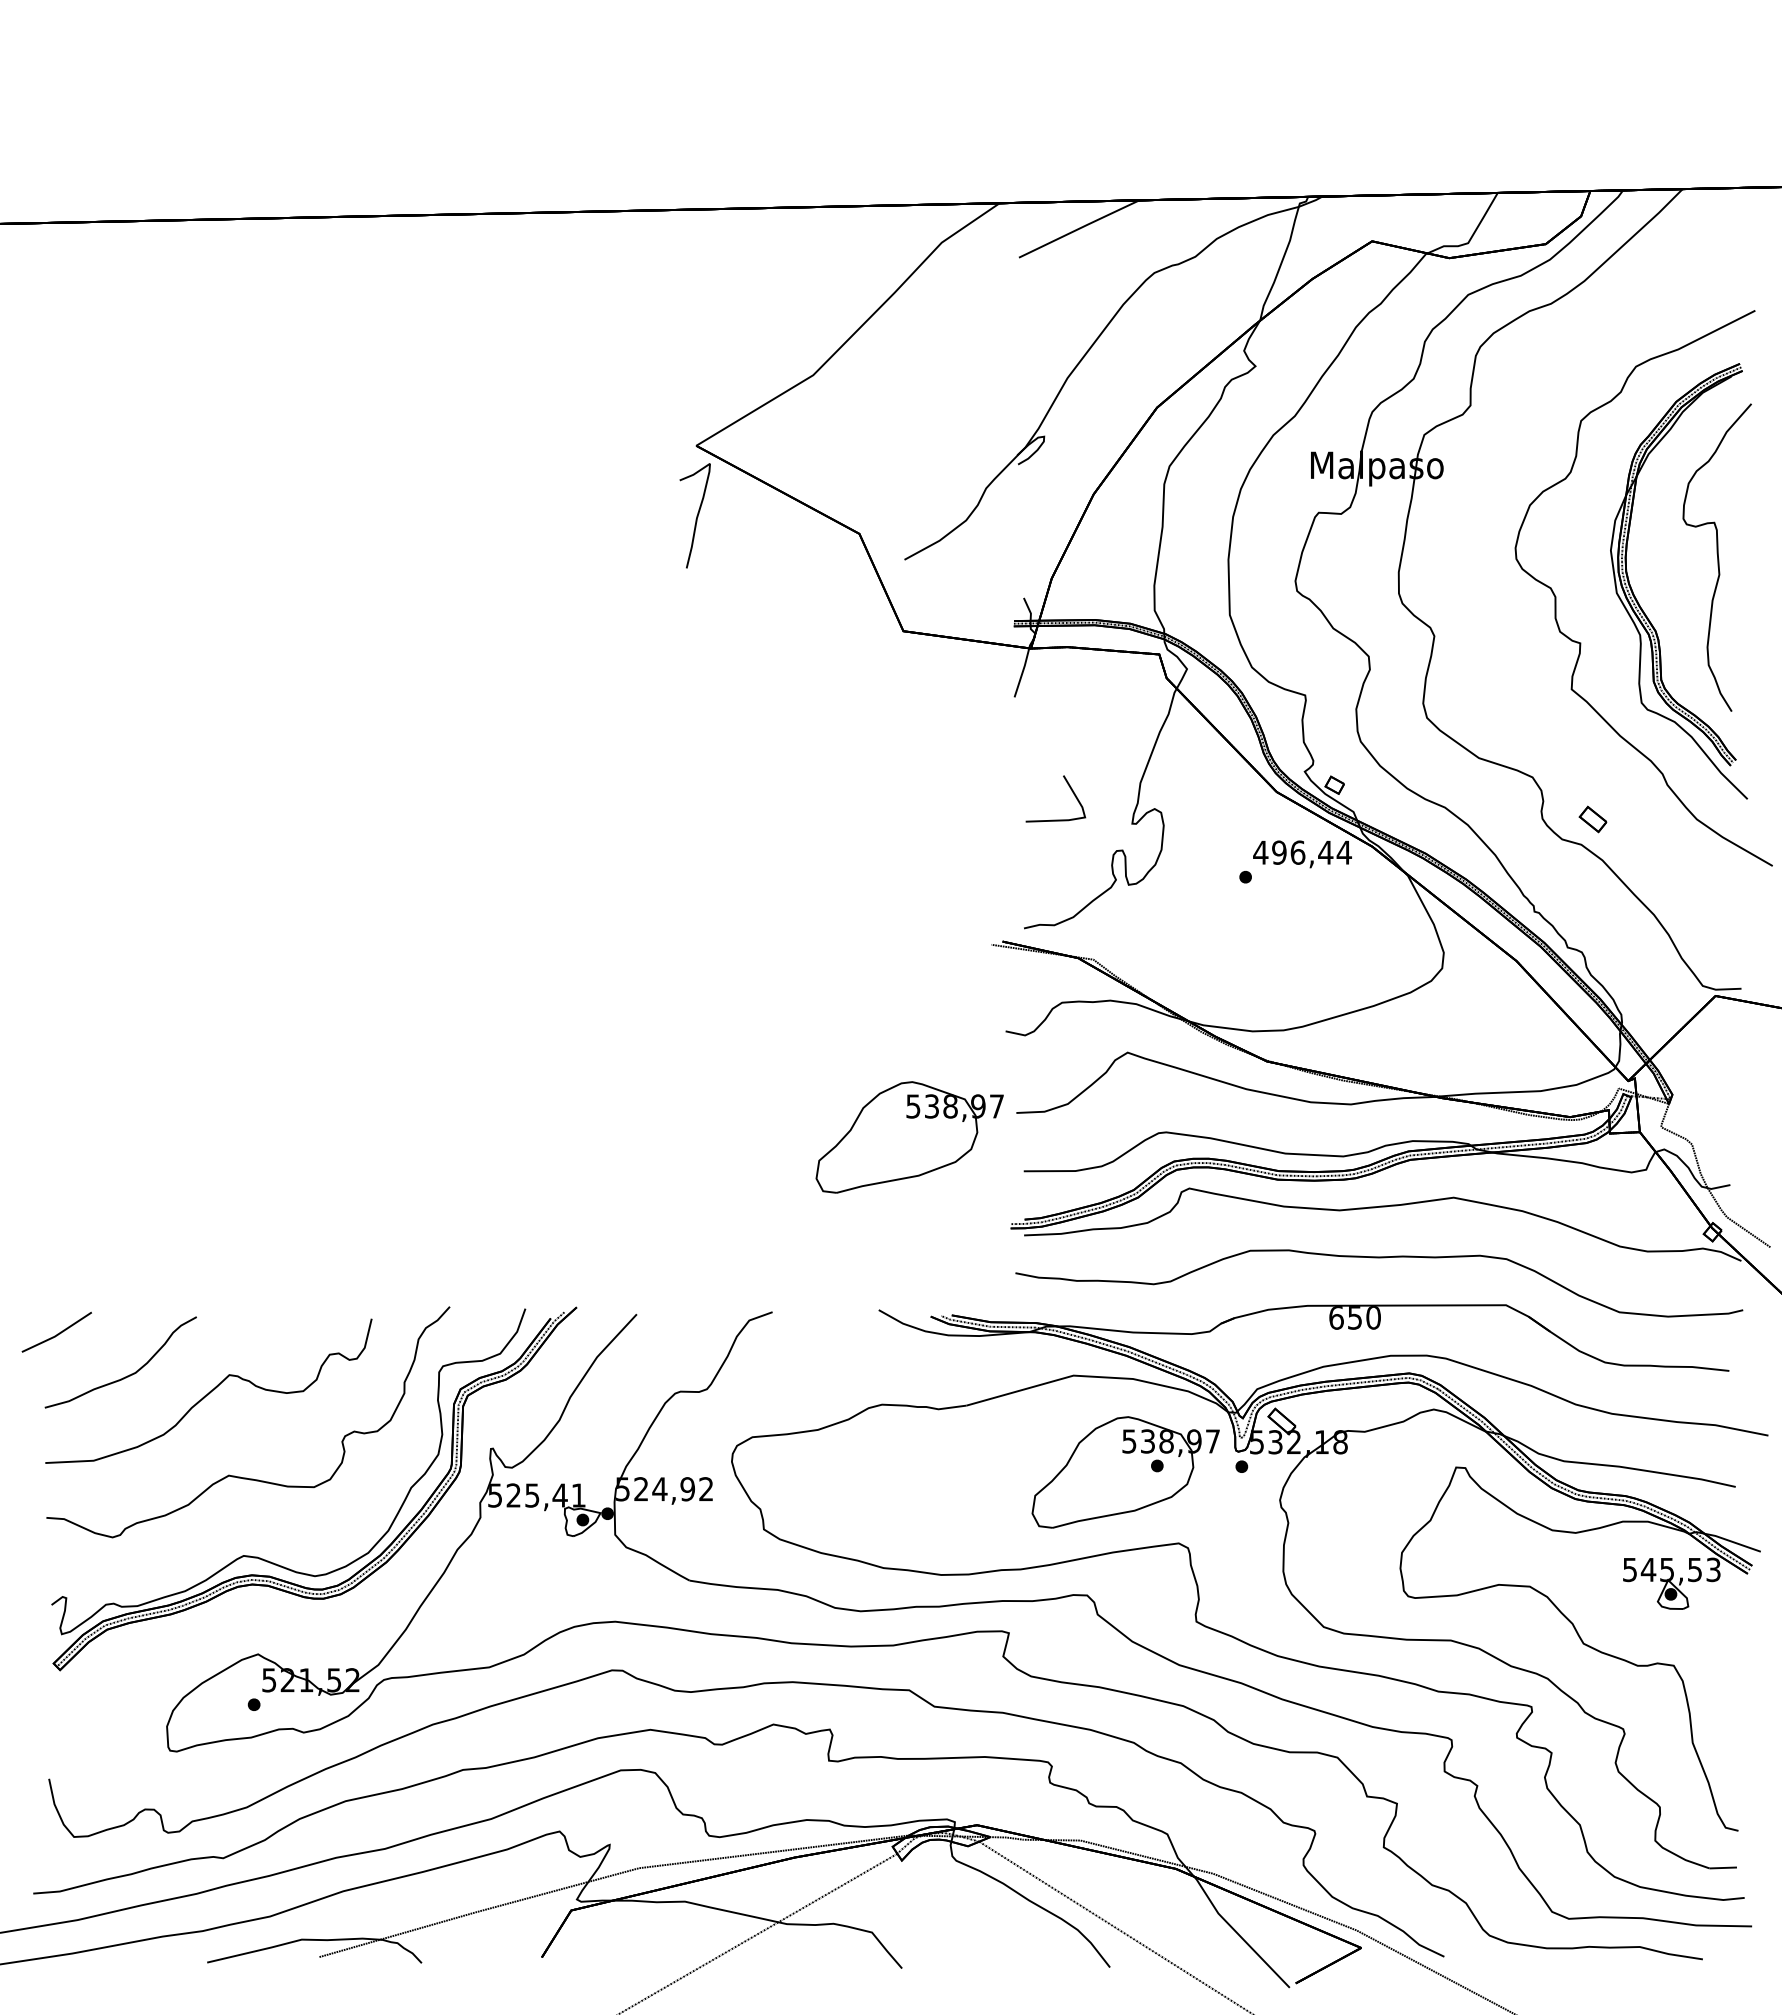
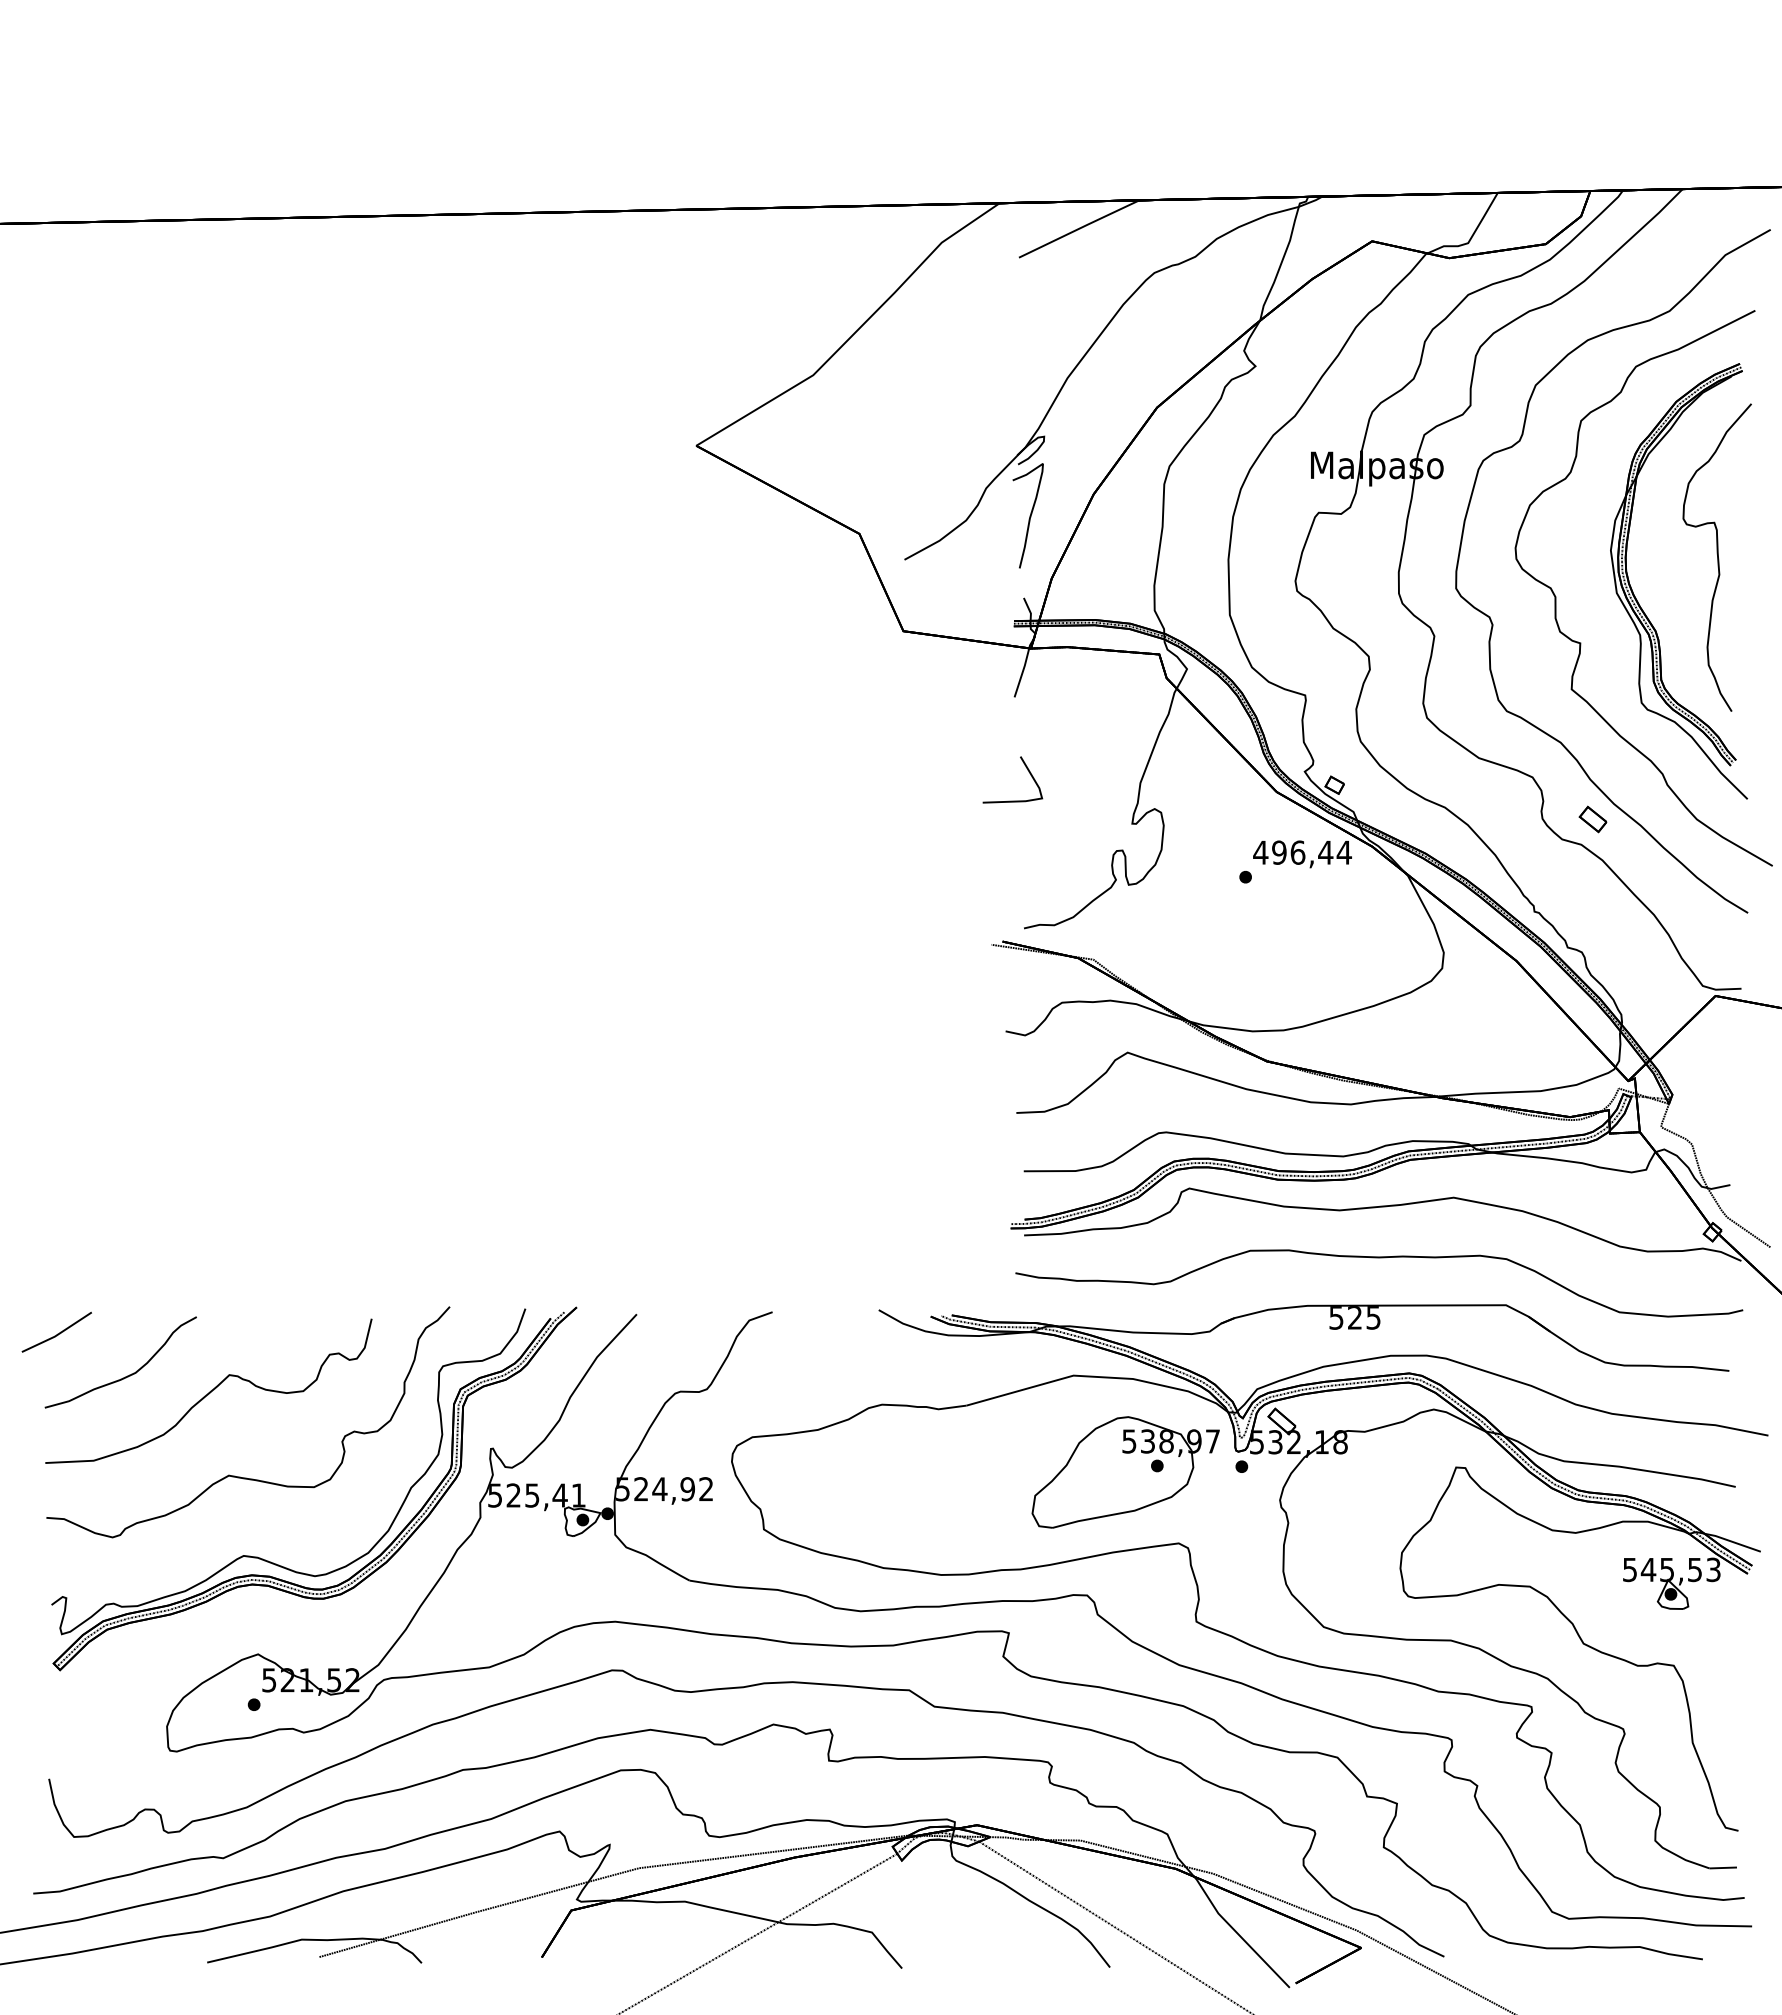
curve at (696, 515) position: (696, 515) -> (1029, 515)
curve at (1492, 621): none -> present
line at (1071, 791) position: (1071, 791) -> (1028, 772)
part at (909, 1137): present -> none
text at (1354, 1317): 650 -> 525
